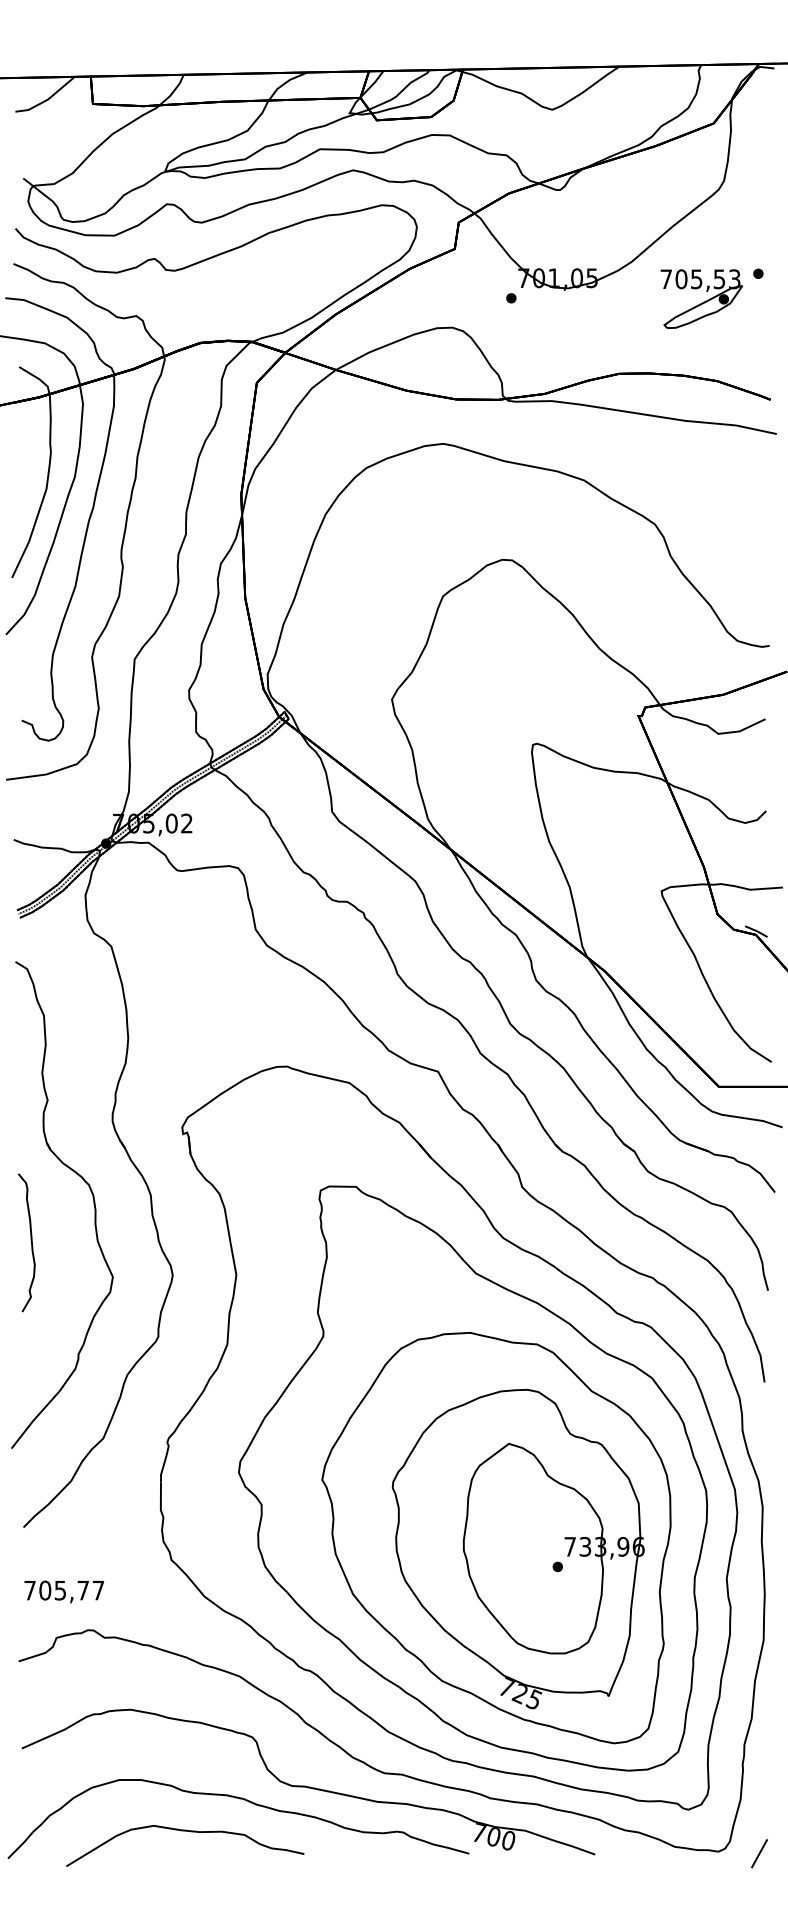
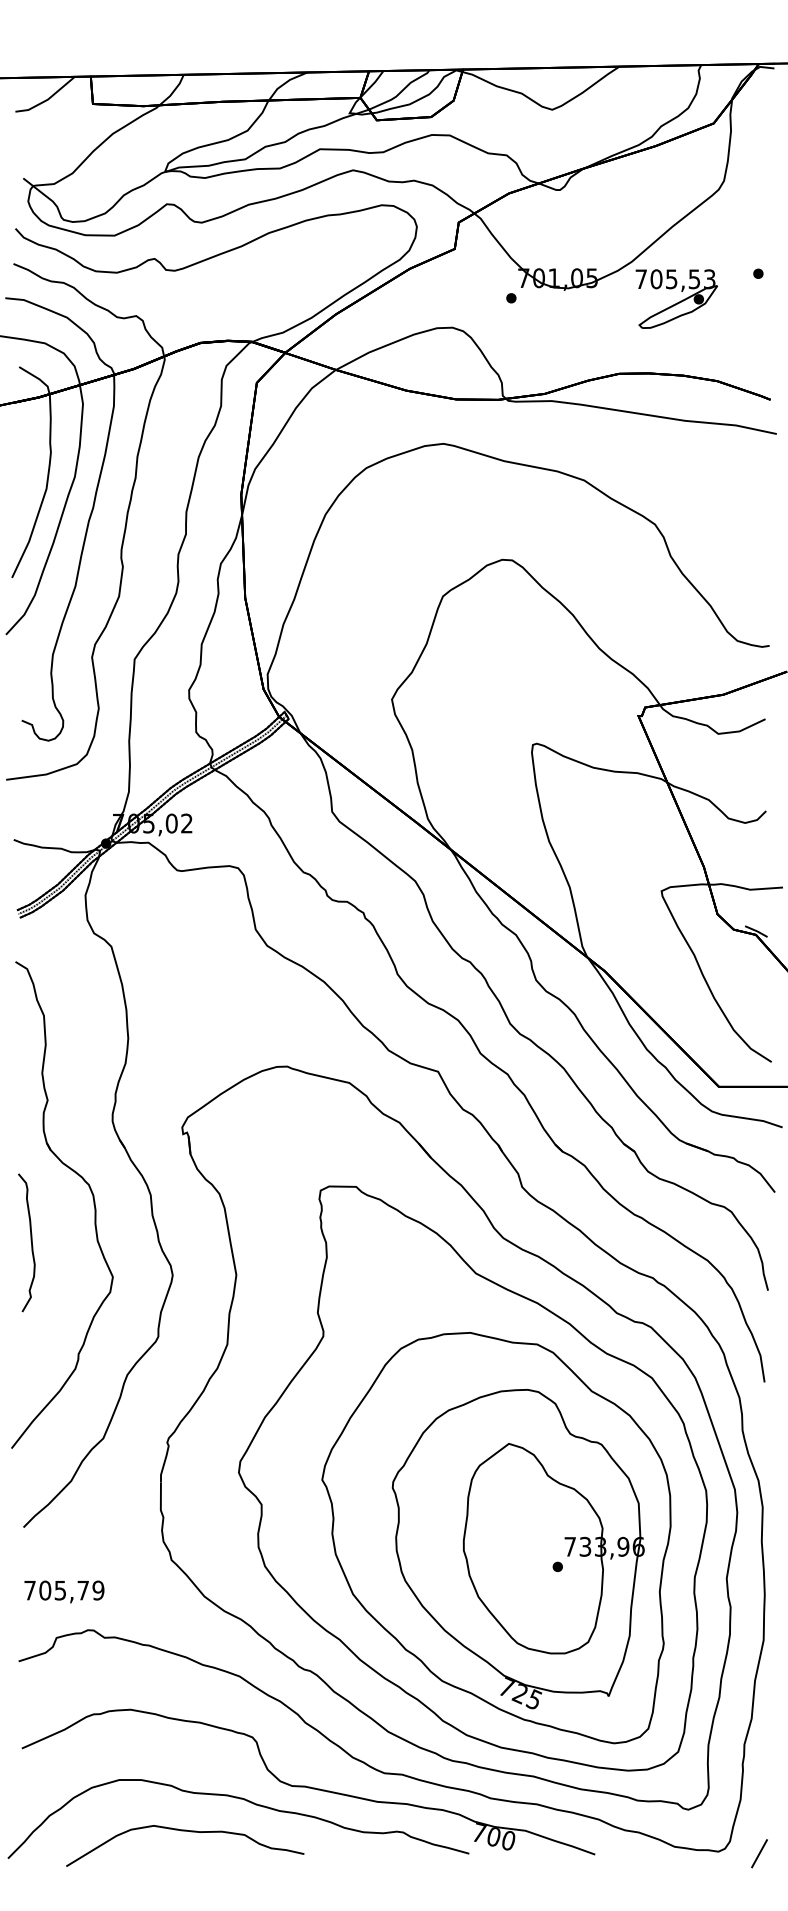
part at (701, 298) position: (701, 298) -> (676, 298)
text at (98, 1590): 705,77 -> 705,79
